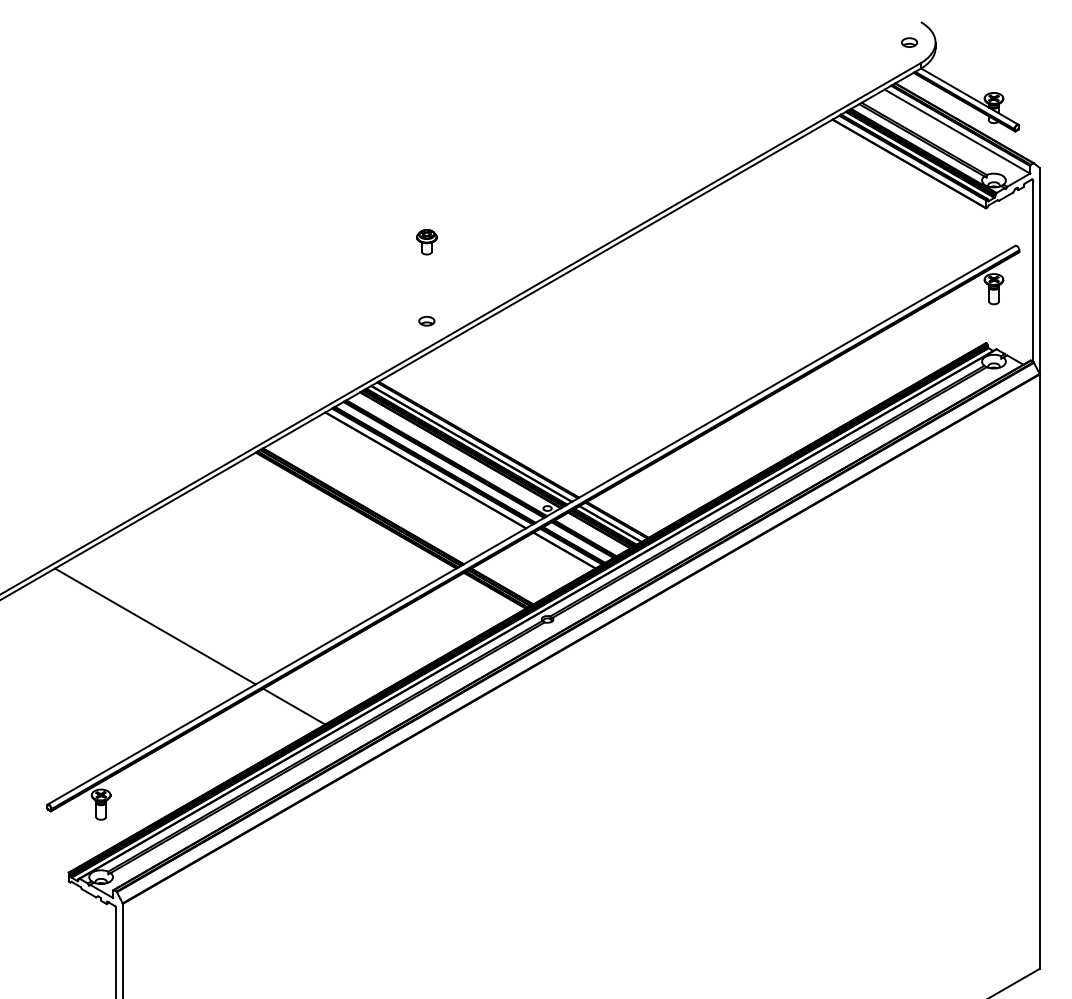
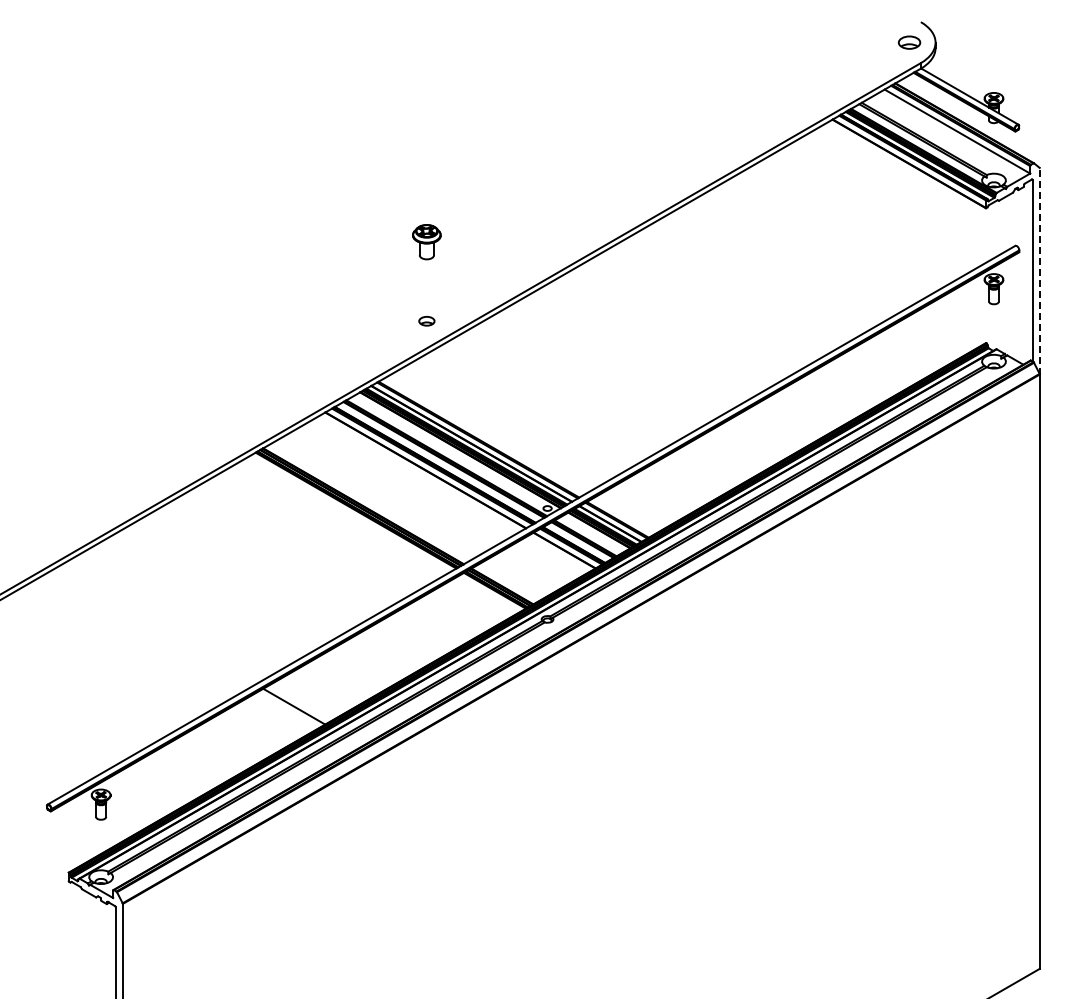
part at (909, 42) size: 17x11 px -> 25x15 px
part at (426, 242) size: 22x27 px -> 30x37 px
line at (1039, 270): solid -> dashed
line at (155, 626): present -> none
